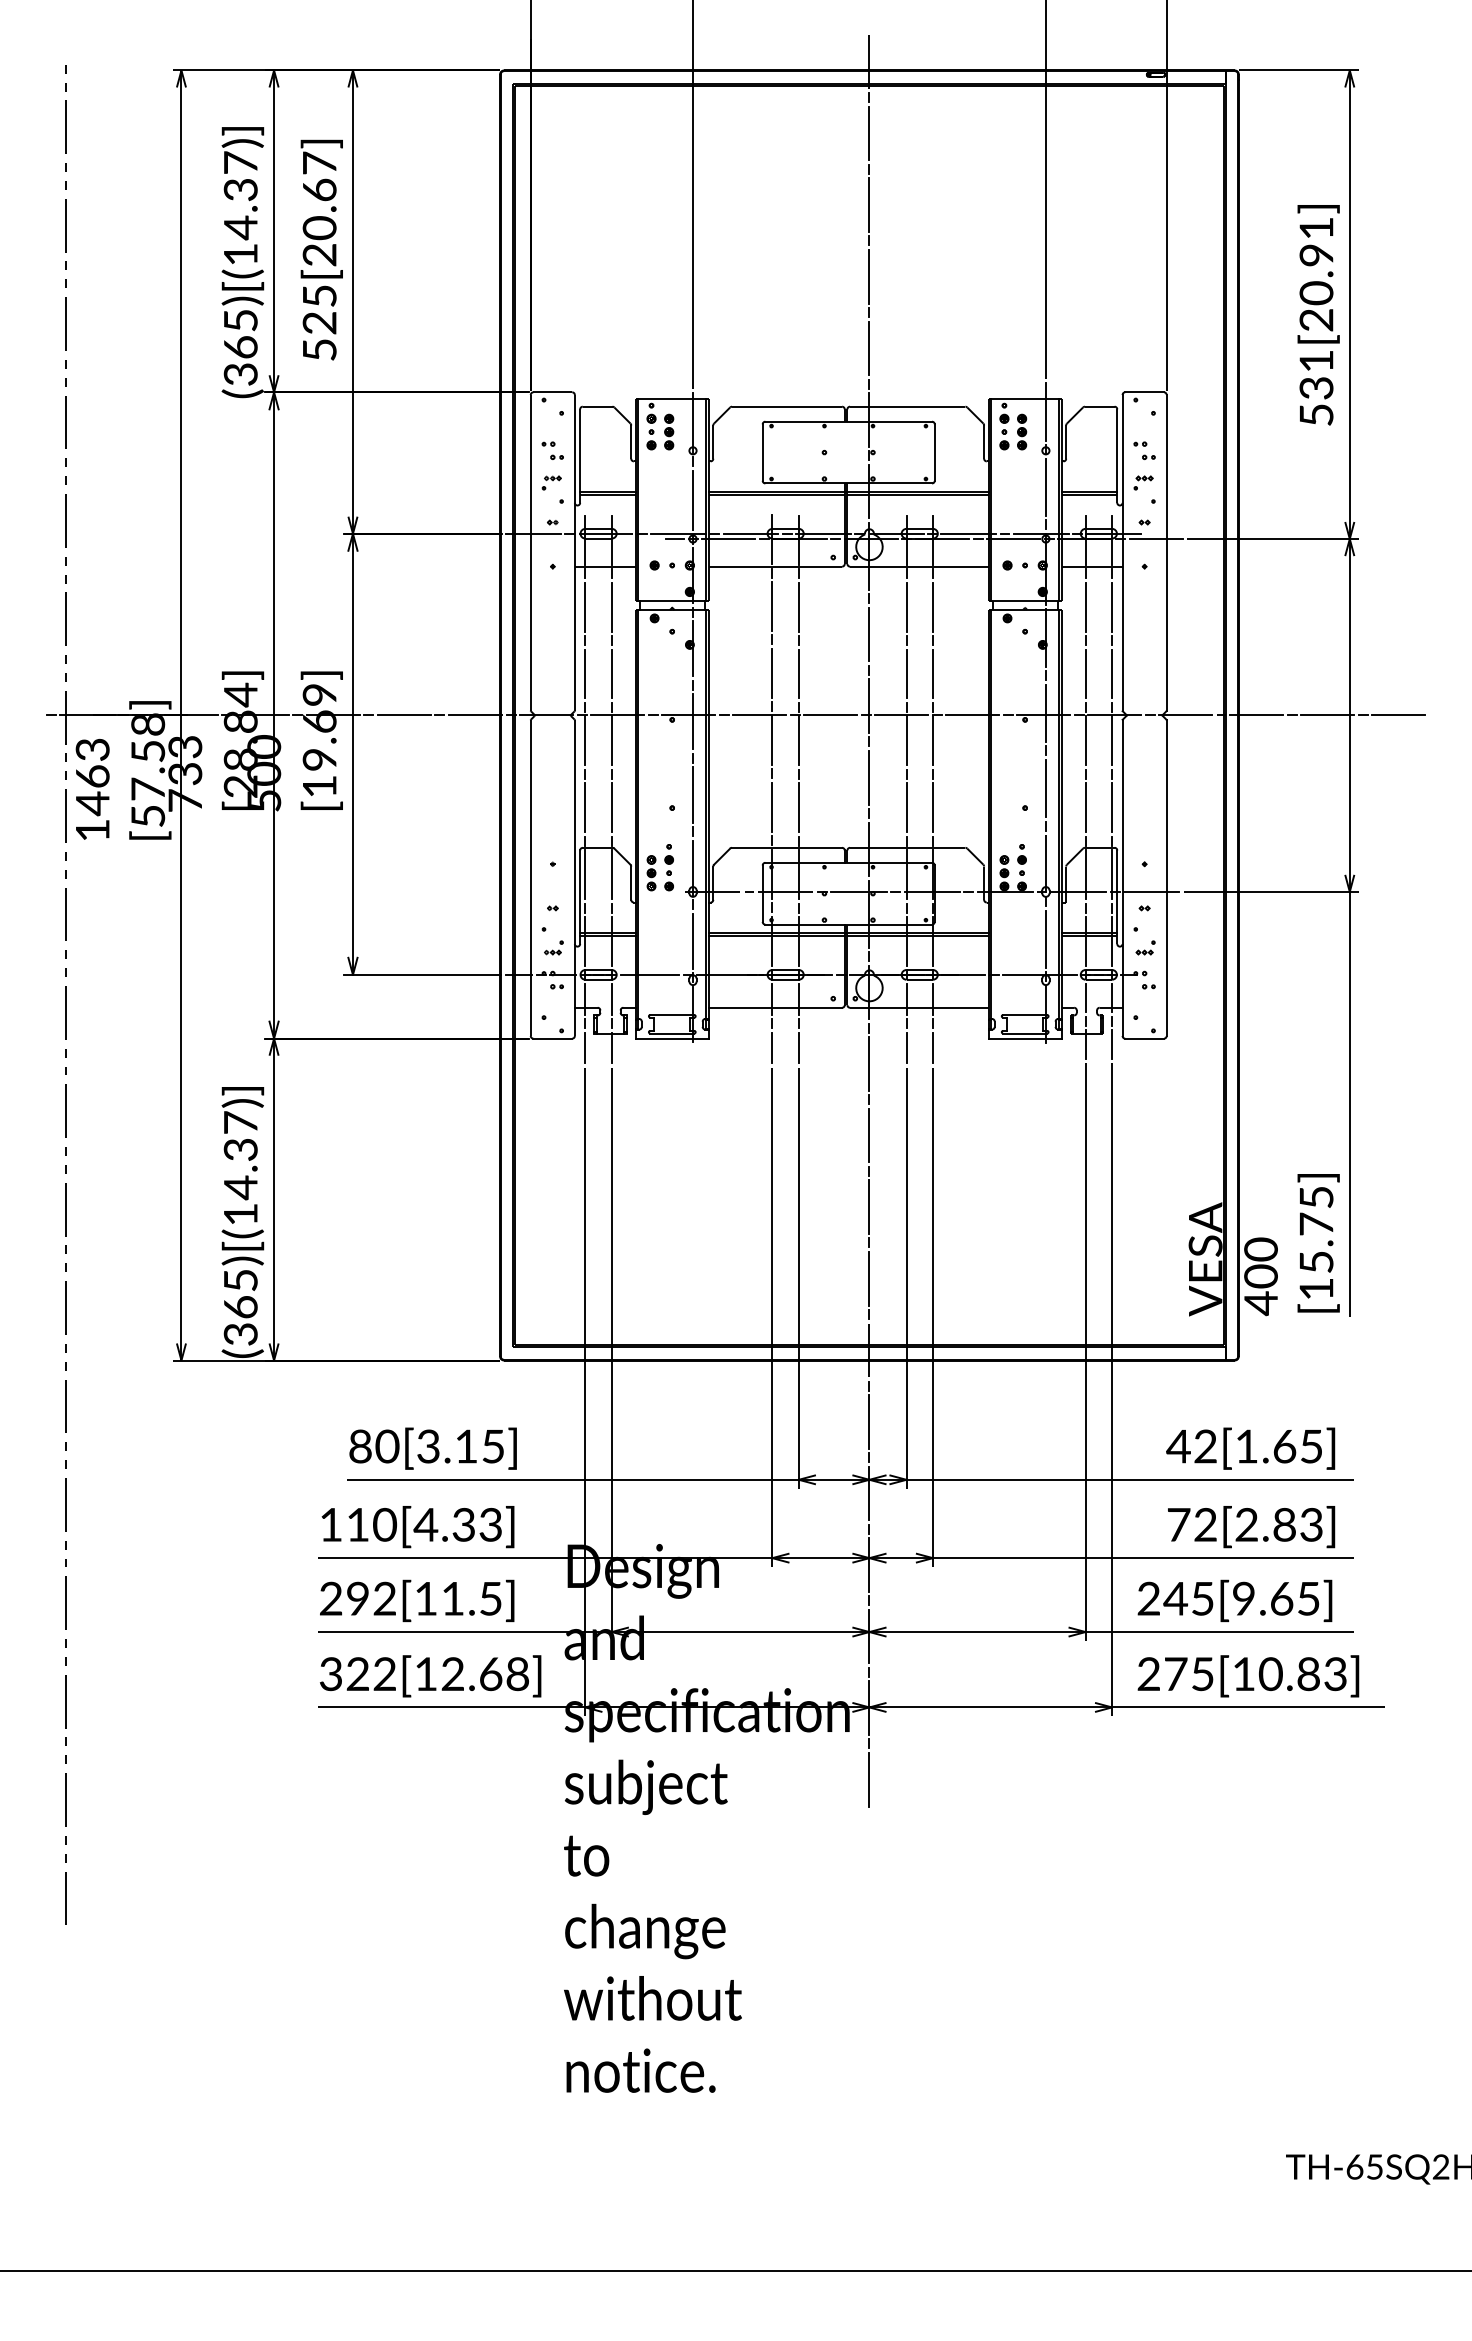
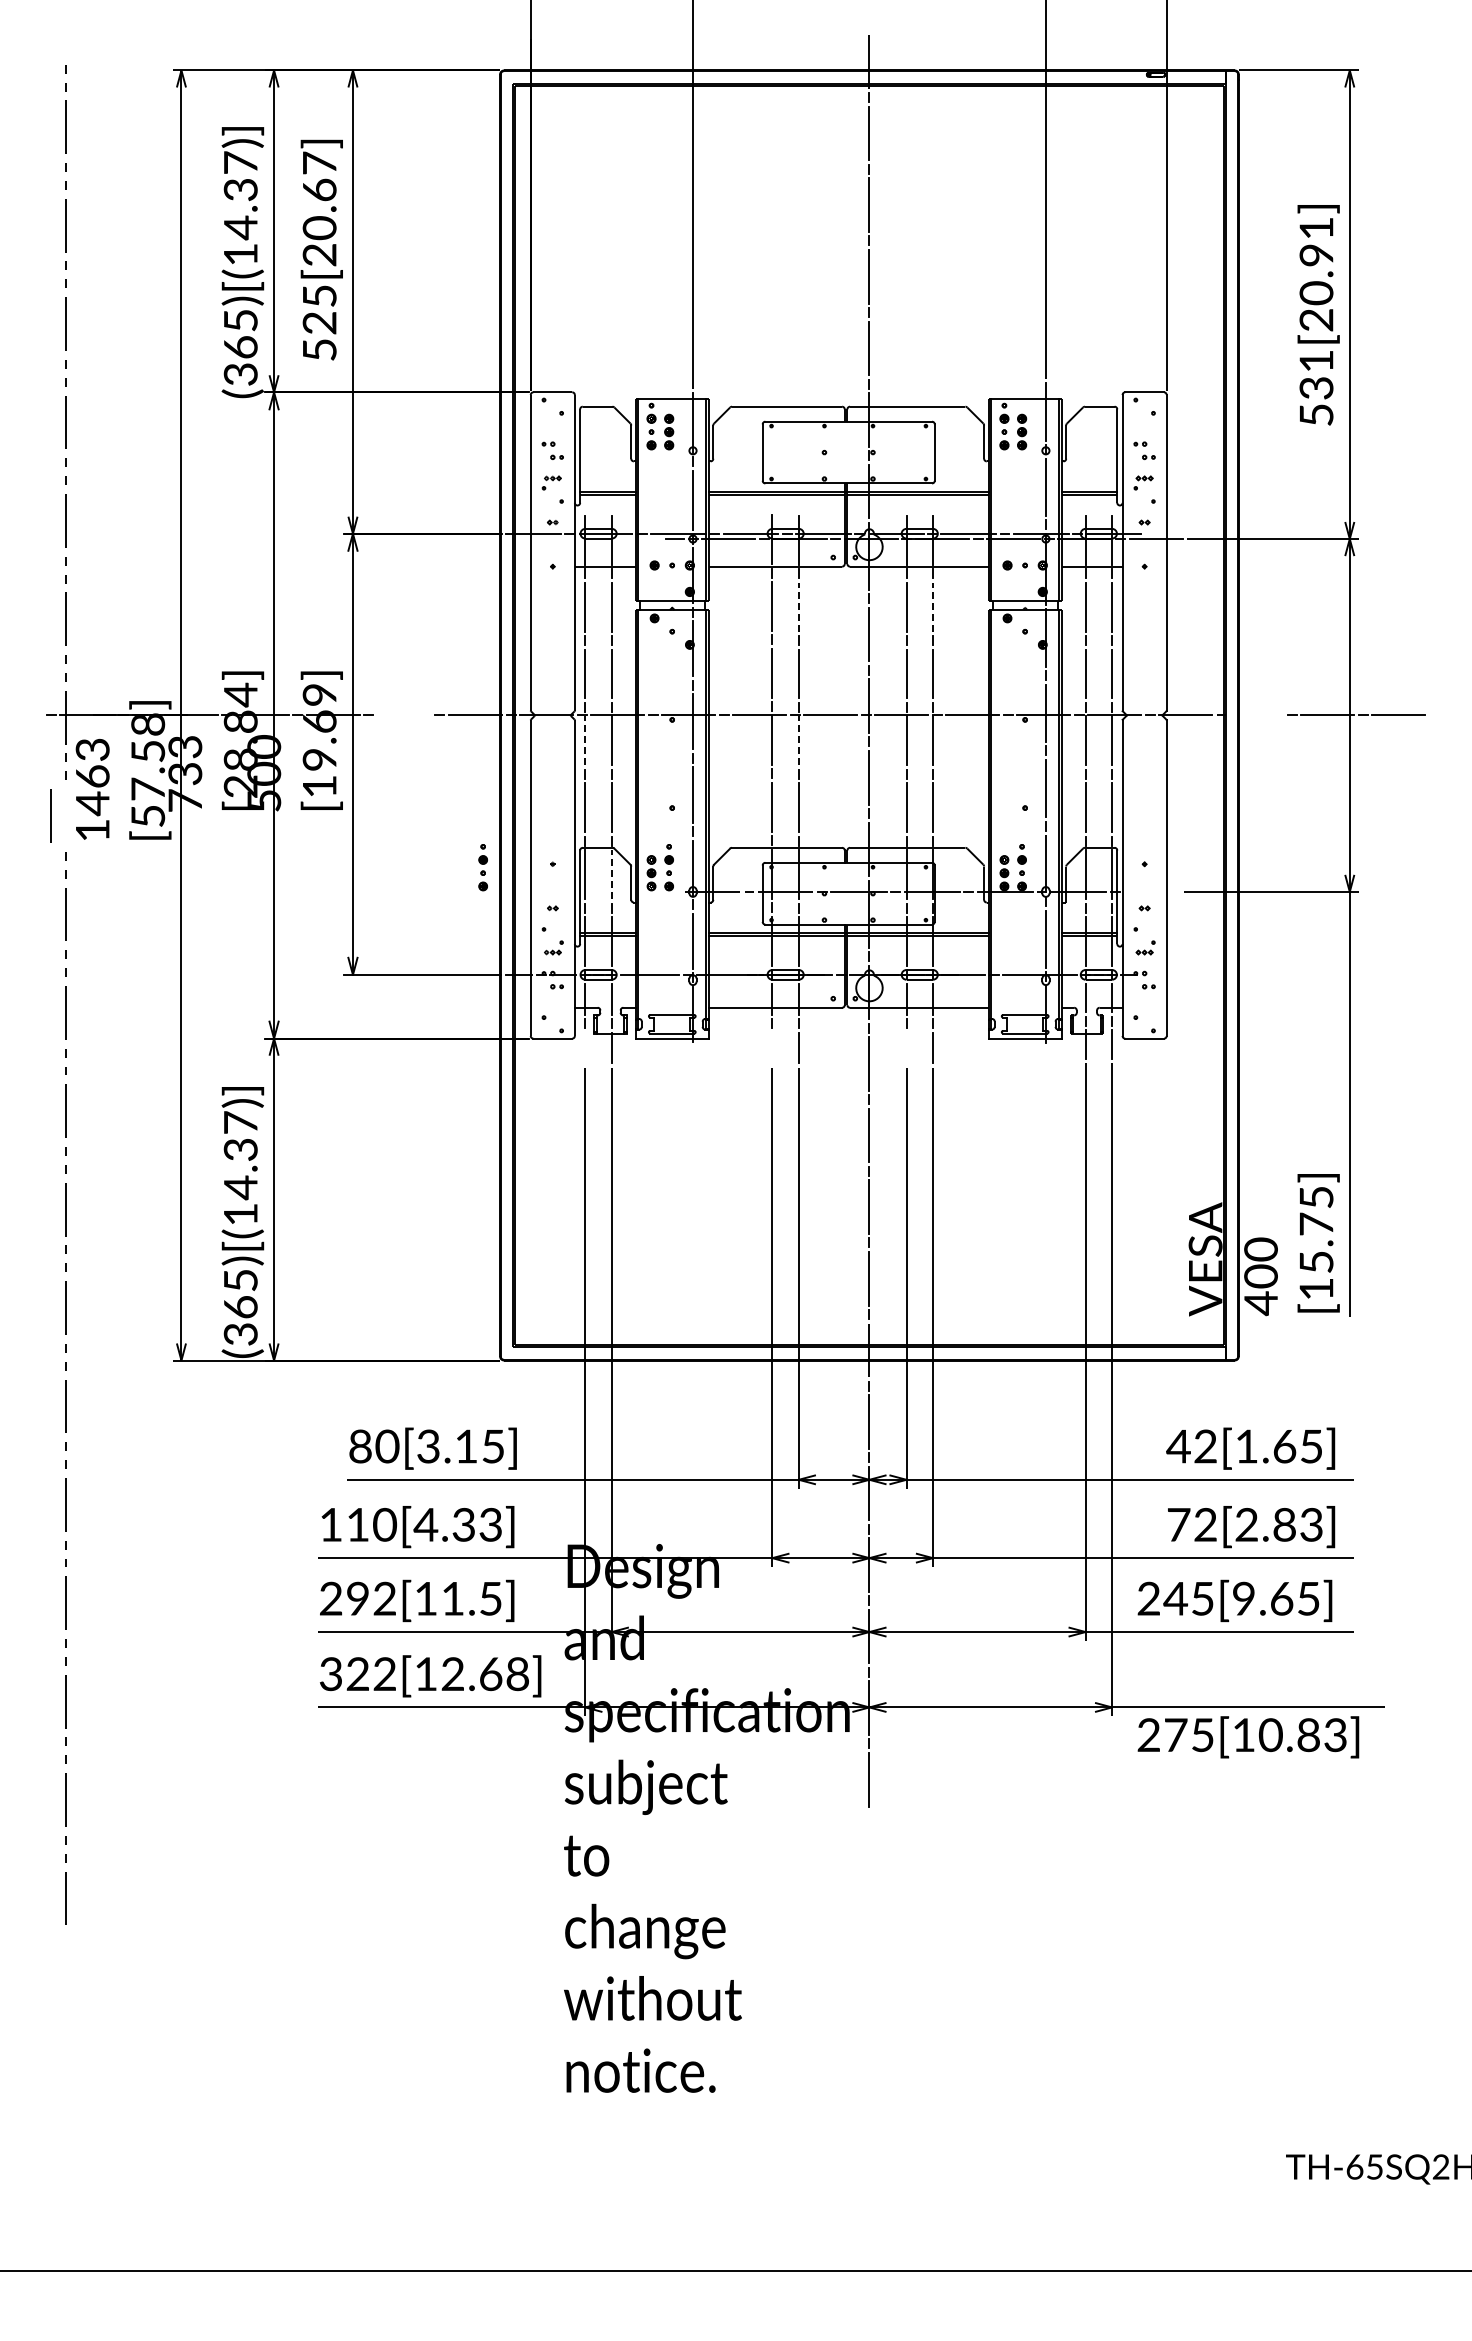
line at (798, 606): solid -> dashed
line at (932, 606): solid -> dashed
line at (403, 715): present -> none
line at (1256, 715): present -> none
line at (585, 740): solid -> dashed
line at (798, 740): solid -> dashed
line at (65, 815) position: (65, 815) -> (50, 815)
part at (482, 867): none -> present
line at (611, 874): solid -> dashed
line at (1151, 891): present -> none
line at (585, 1047): present -> none
line at (772, 1047): present -> none
line at (906, 1047): present -> none
text at (1248, 1676) position: (1248, 1676) -> (1248, 1737)
